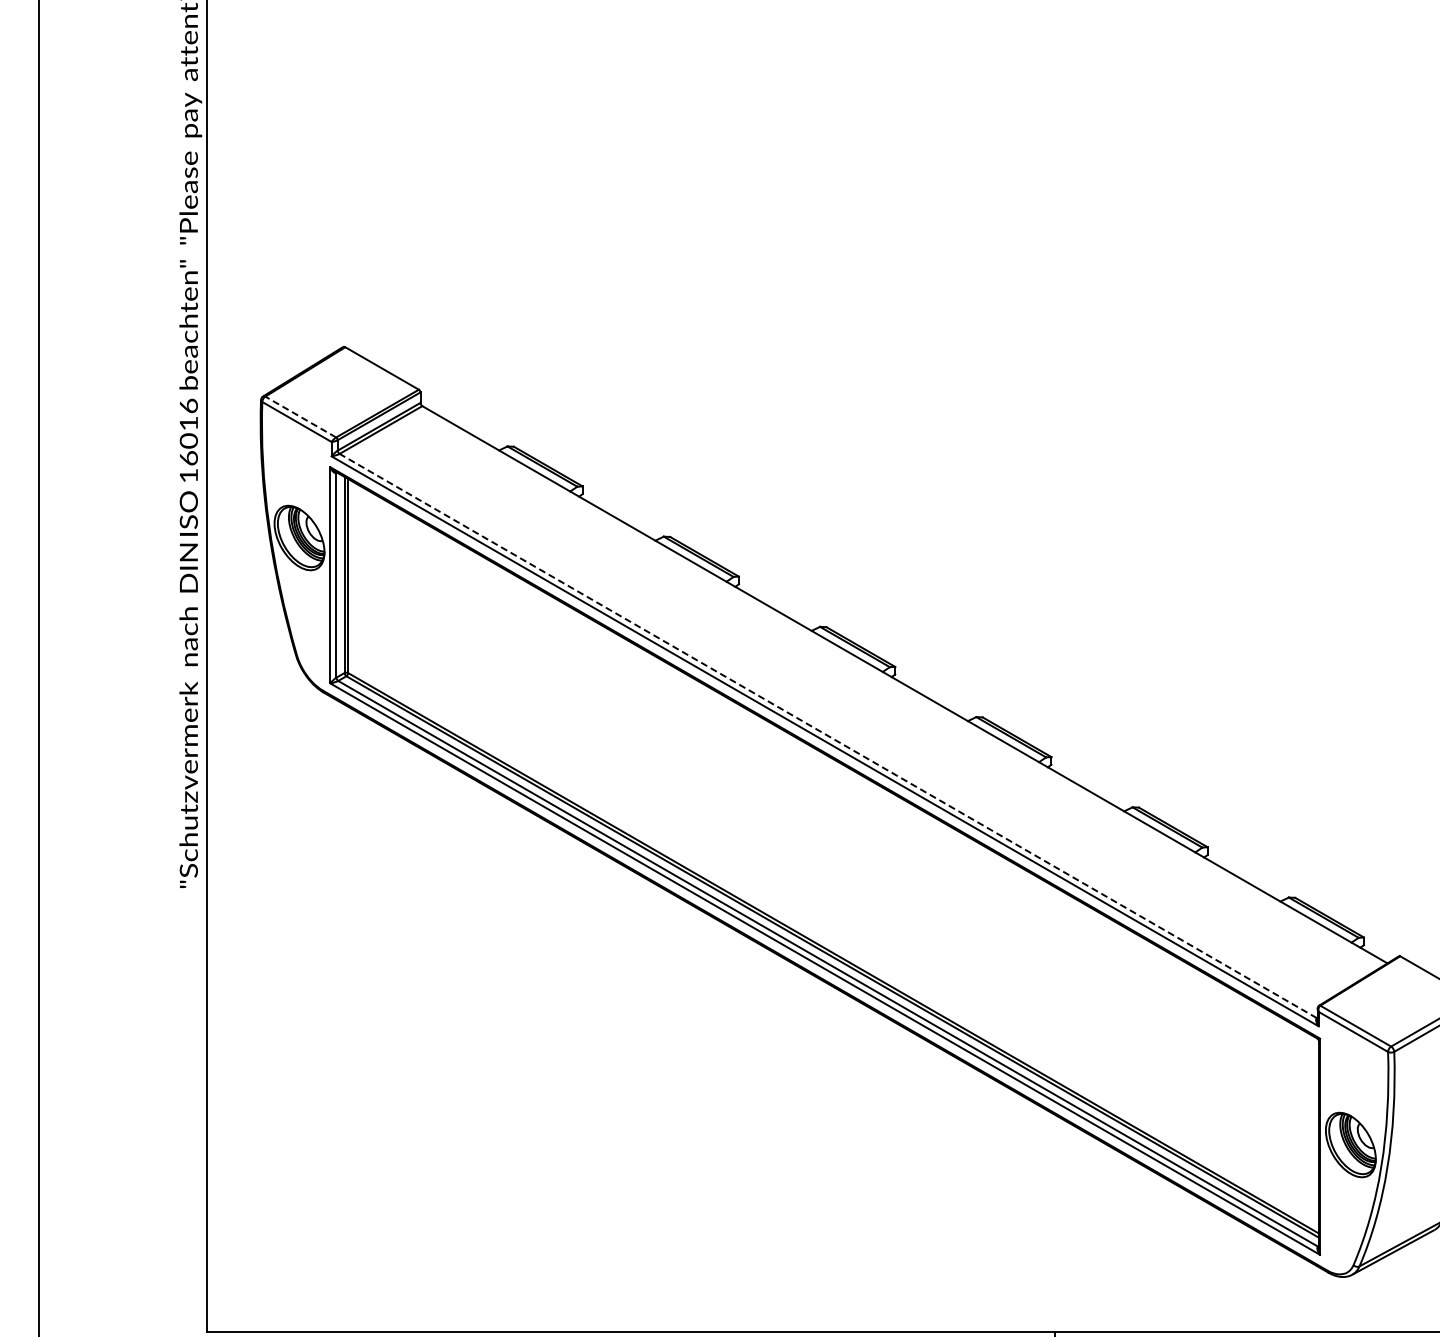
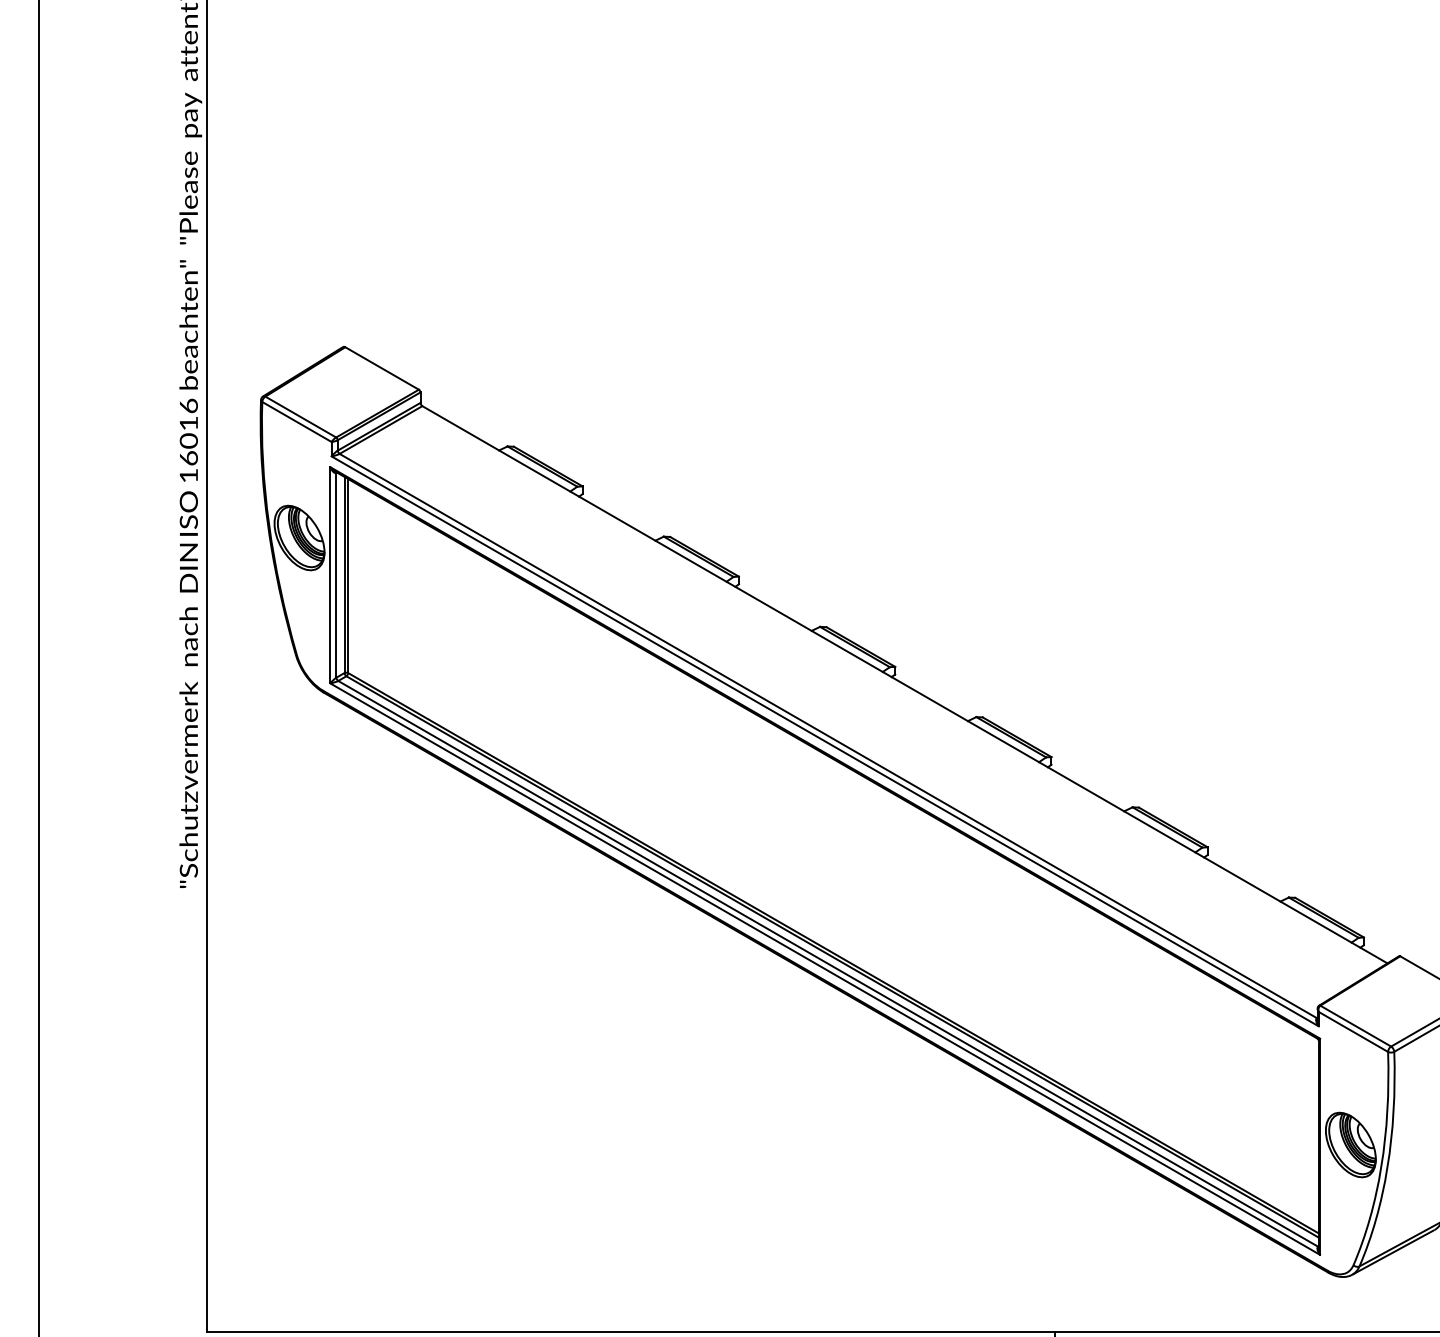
line at (300, 417): dashed -> solid
line at (827, 735): dashed -> solid
